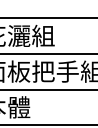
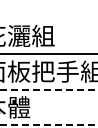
line at (48, 18): present -> none
line at (48, 89): solid -> dashed
line at (48, 125): solid -> dashed
